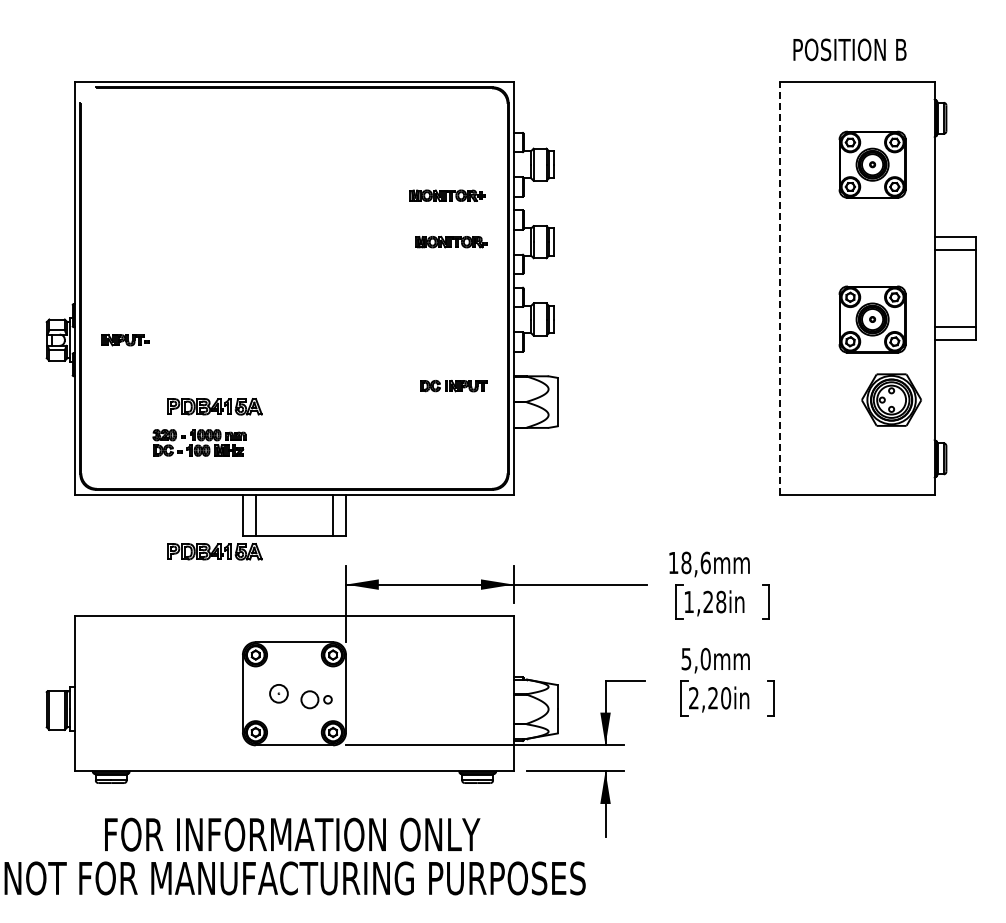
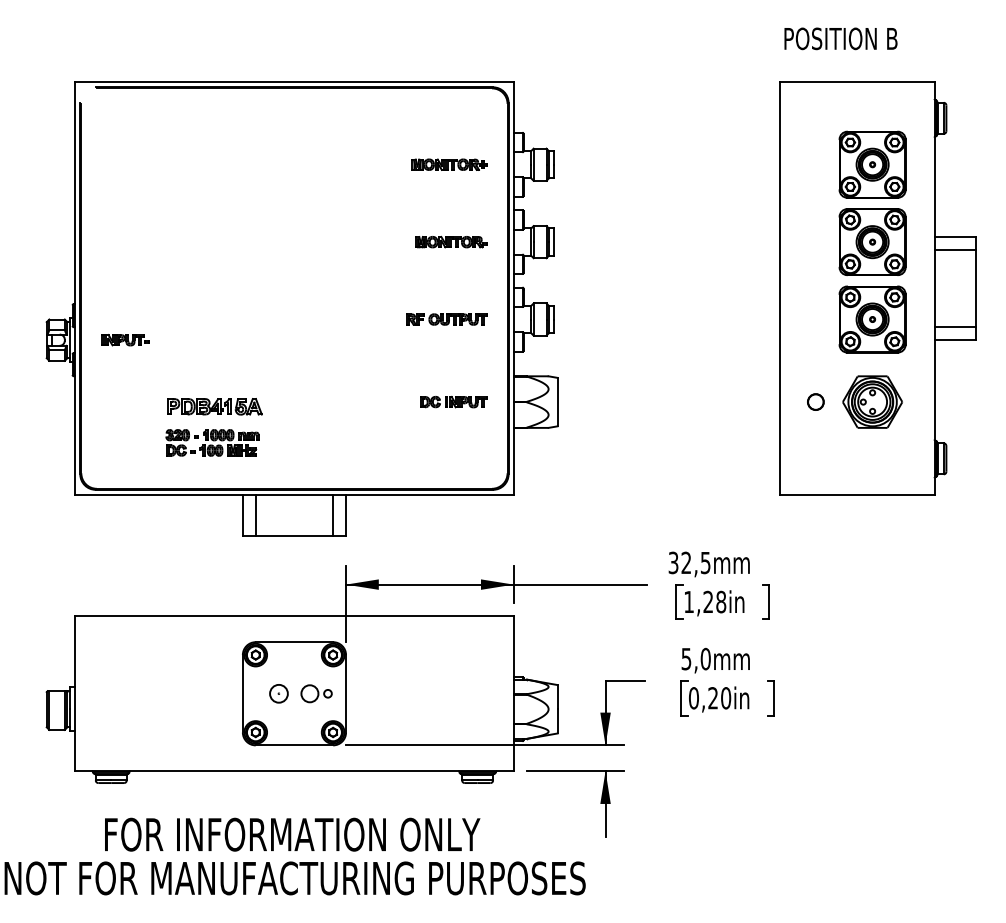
text at (849, 49) position: (849, 49) -> (840, 38)
part at (447, 195) position: (447, 195) -> (449, 164)
part at (872, 241): none -> present
line at (779, 288): dashed -> solid
part at (446, 319): none -> present
part at (453, 386) position: (453, 386) -> (453, 402)
part at (891, 399) position: (891, 399) -> (872, 401)
circle at (815, 401): none -> present
part at (199, 442) position: (199, 442) -> (212, 442)
part at (214, 551): present -> none
text at (689, 562): 18,6mm -> 32,5mm
text at (693, 698): 2,20in -> 0,20in
part at (316, 699) position: (316, 699) -> (316, 693)
